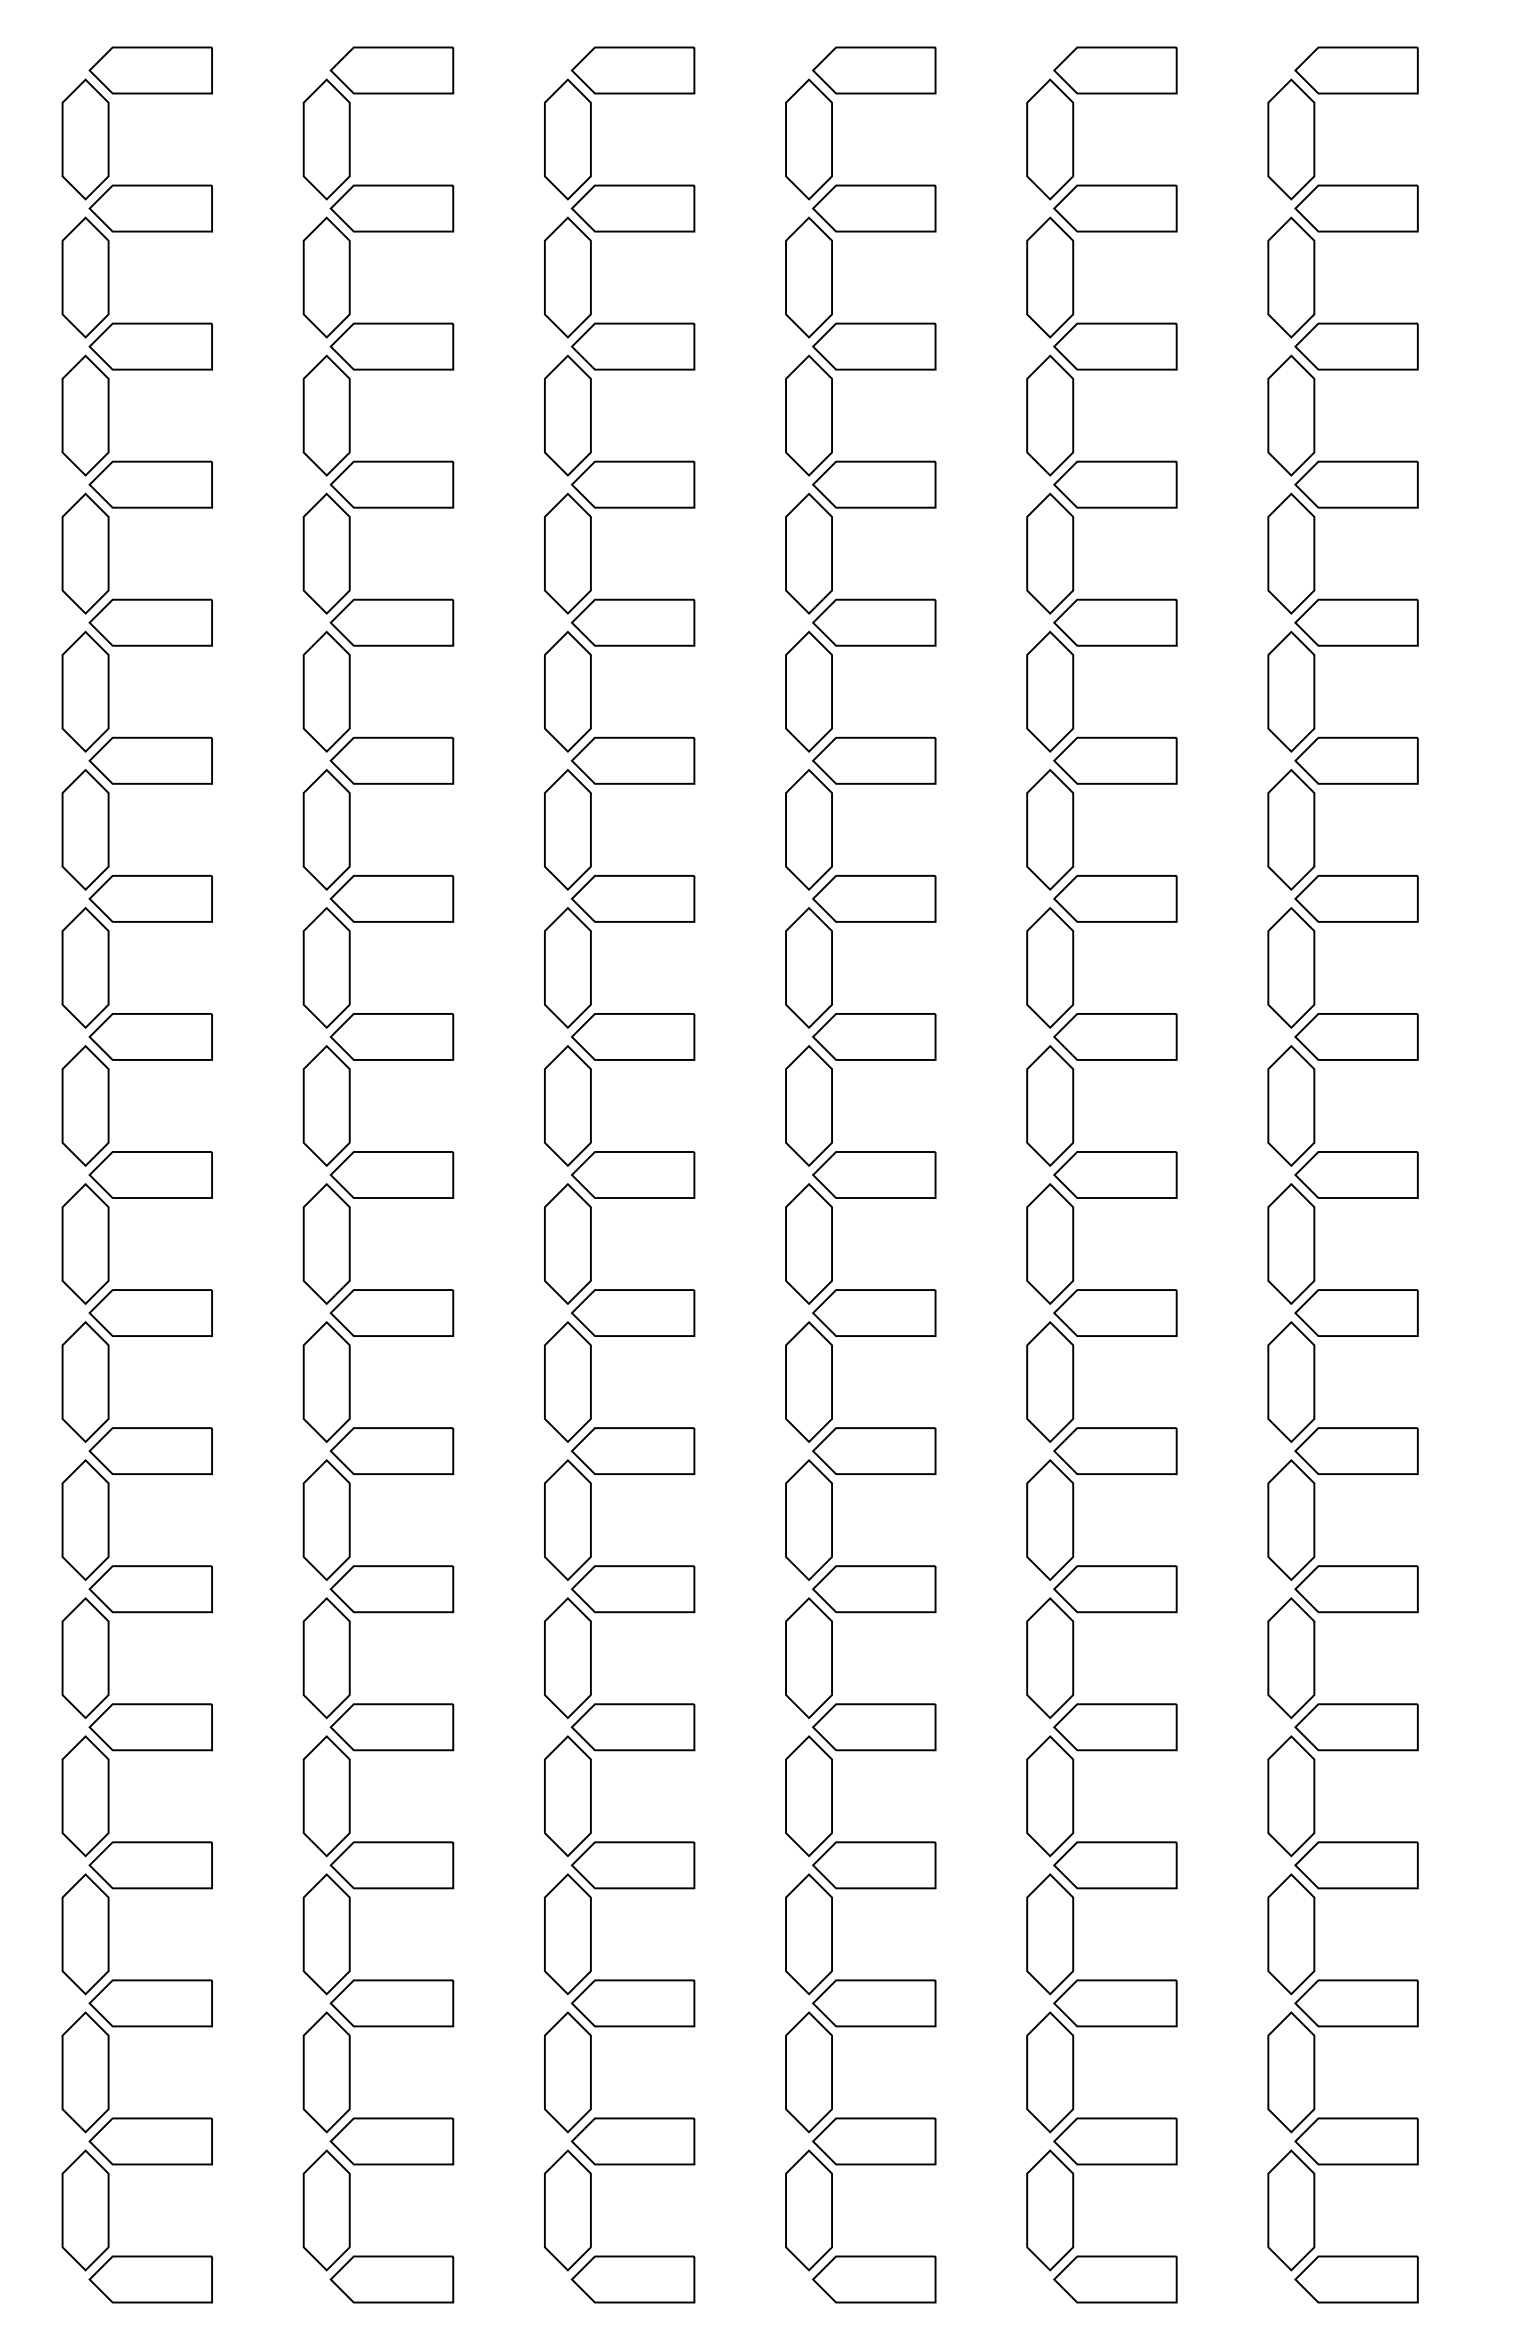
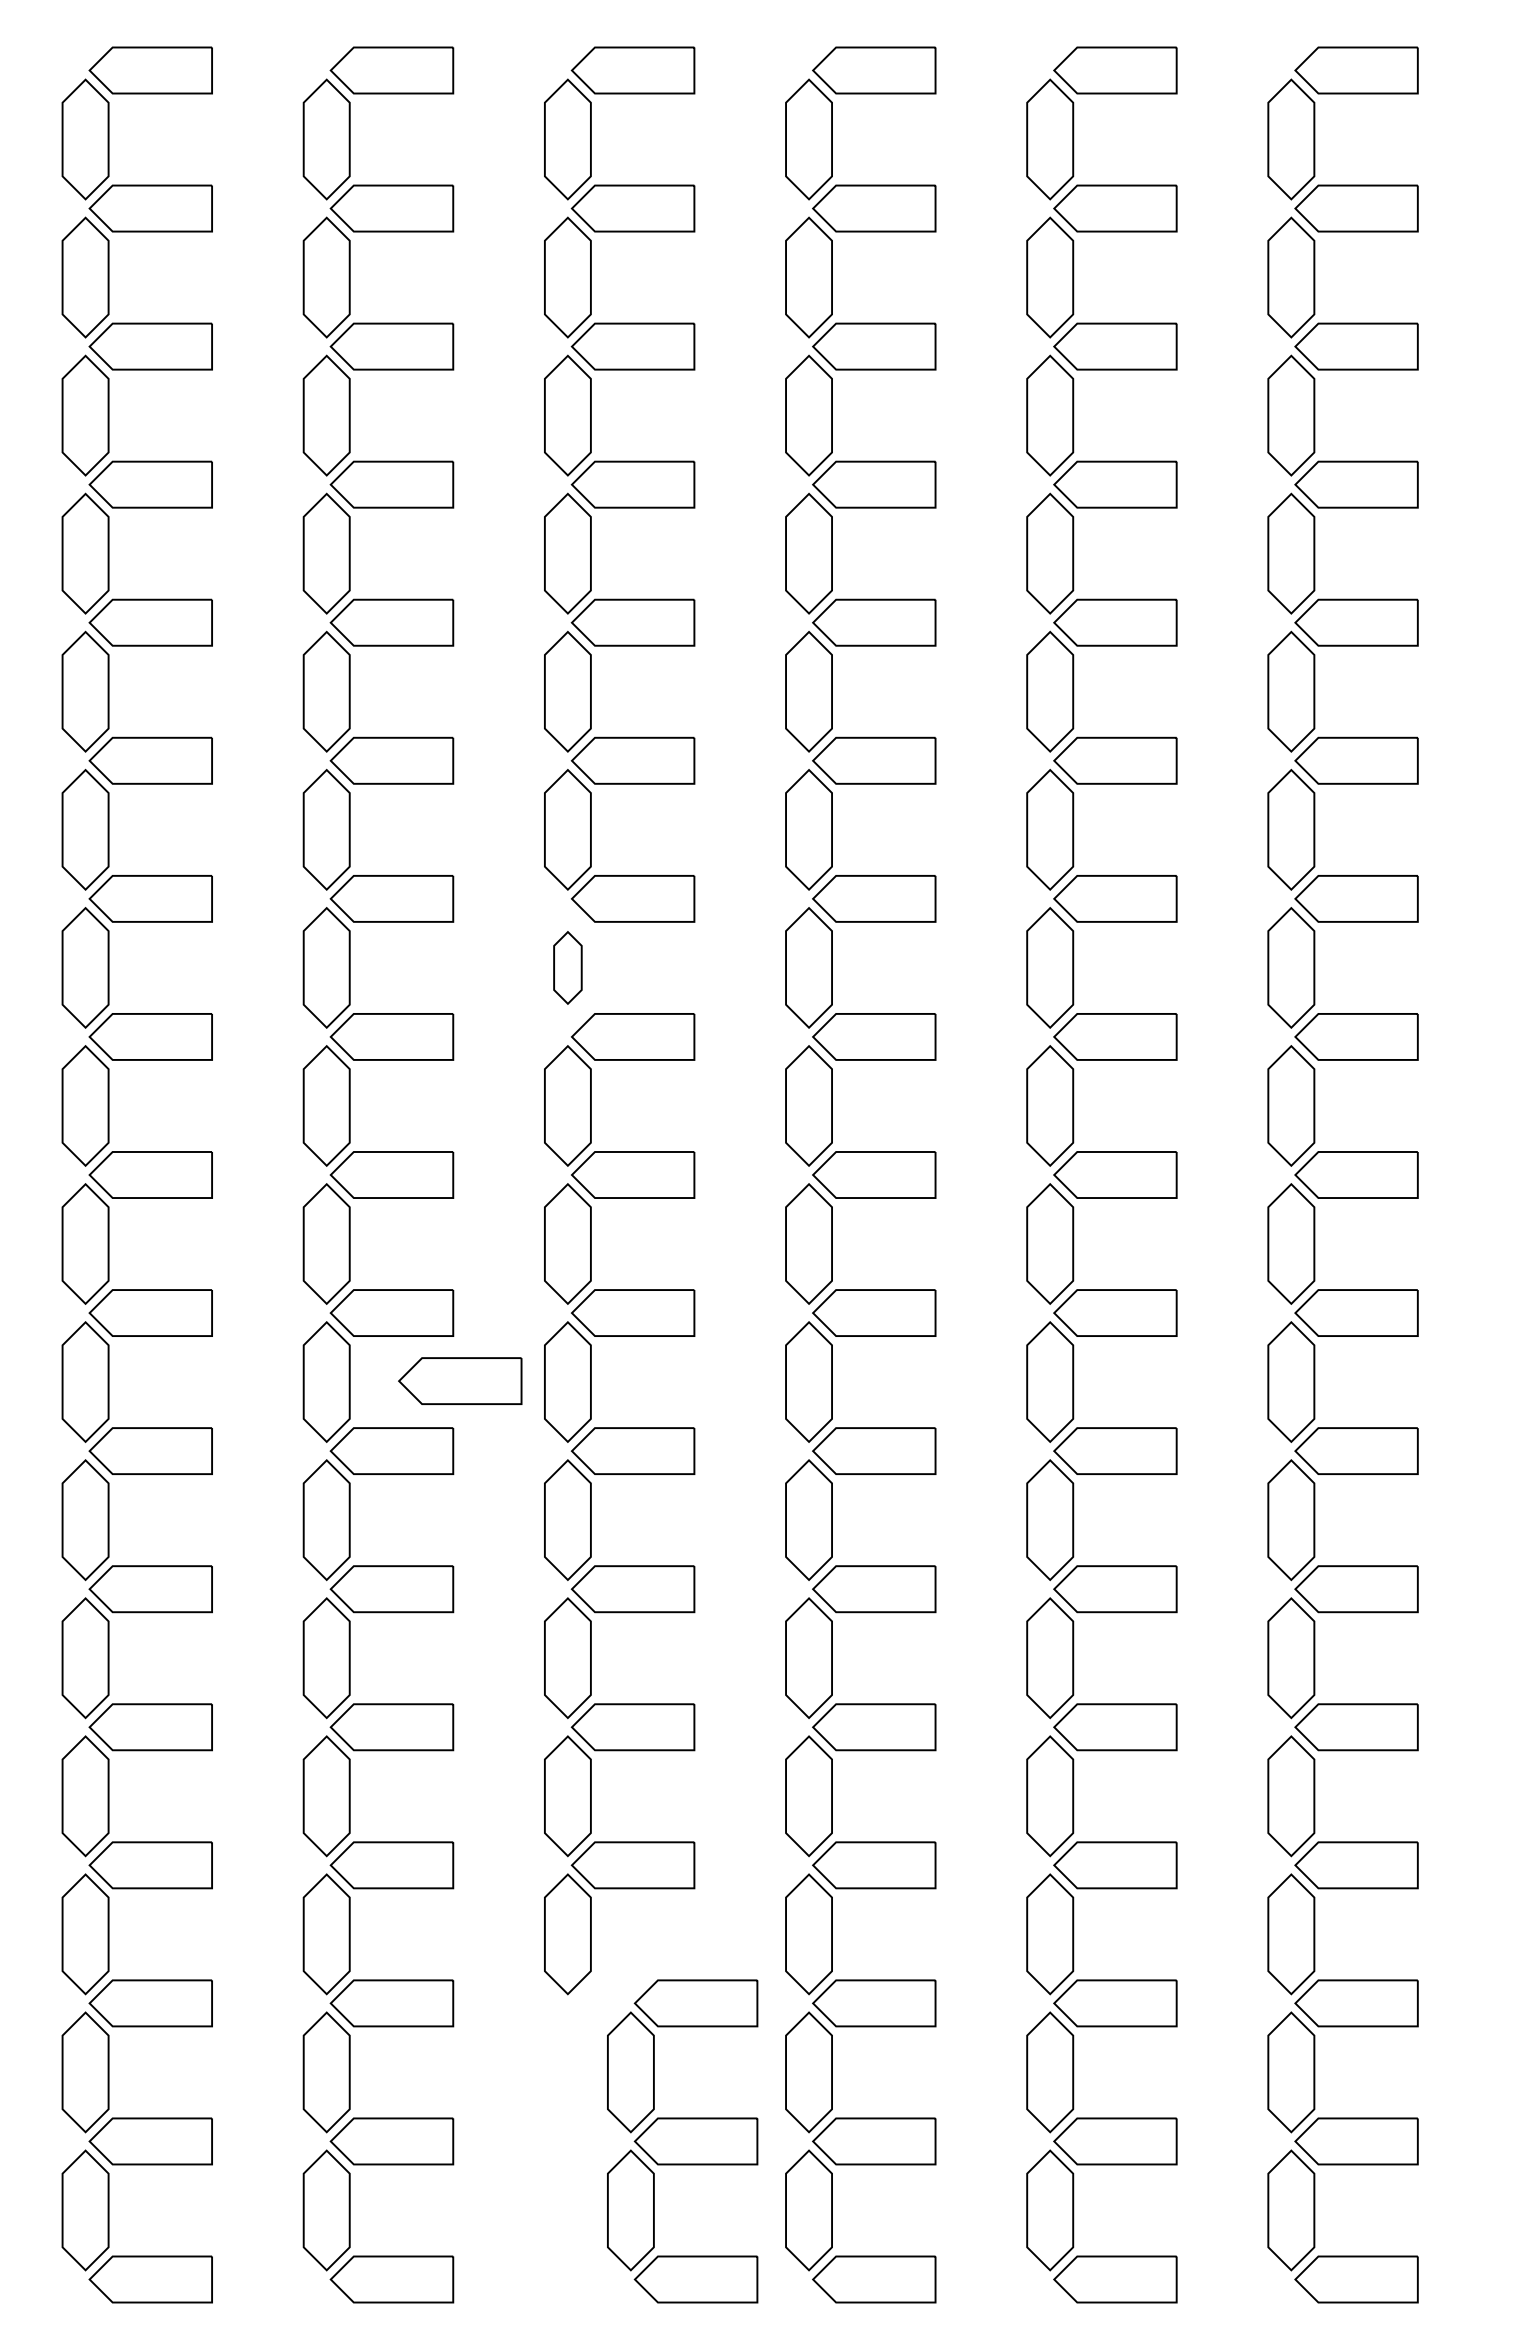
part at (567, 967) size: 48x122 px -> 30x74 px
part at (460, 1380): none -> present
part at (619, 2141) position: (619, 2141) -> (682, 2141)
